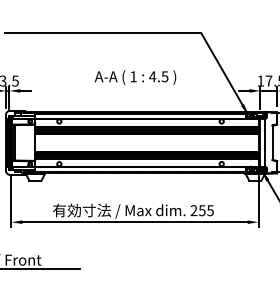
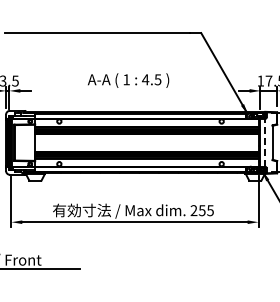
text at (135, 77) position: (135, 77) -> (128, 80)
line at (265, 142): solid -> dashed
